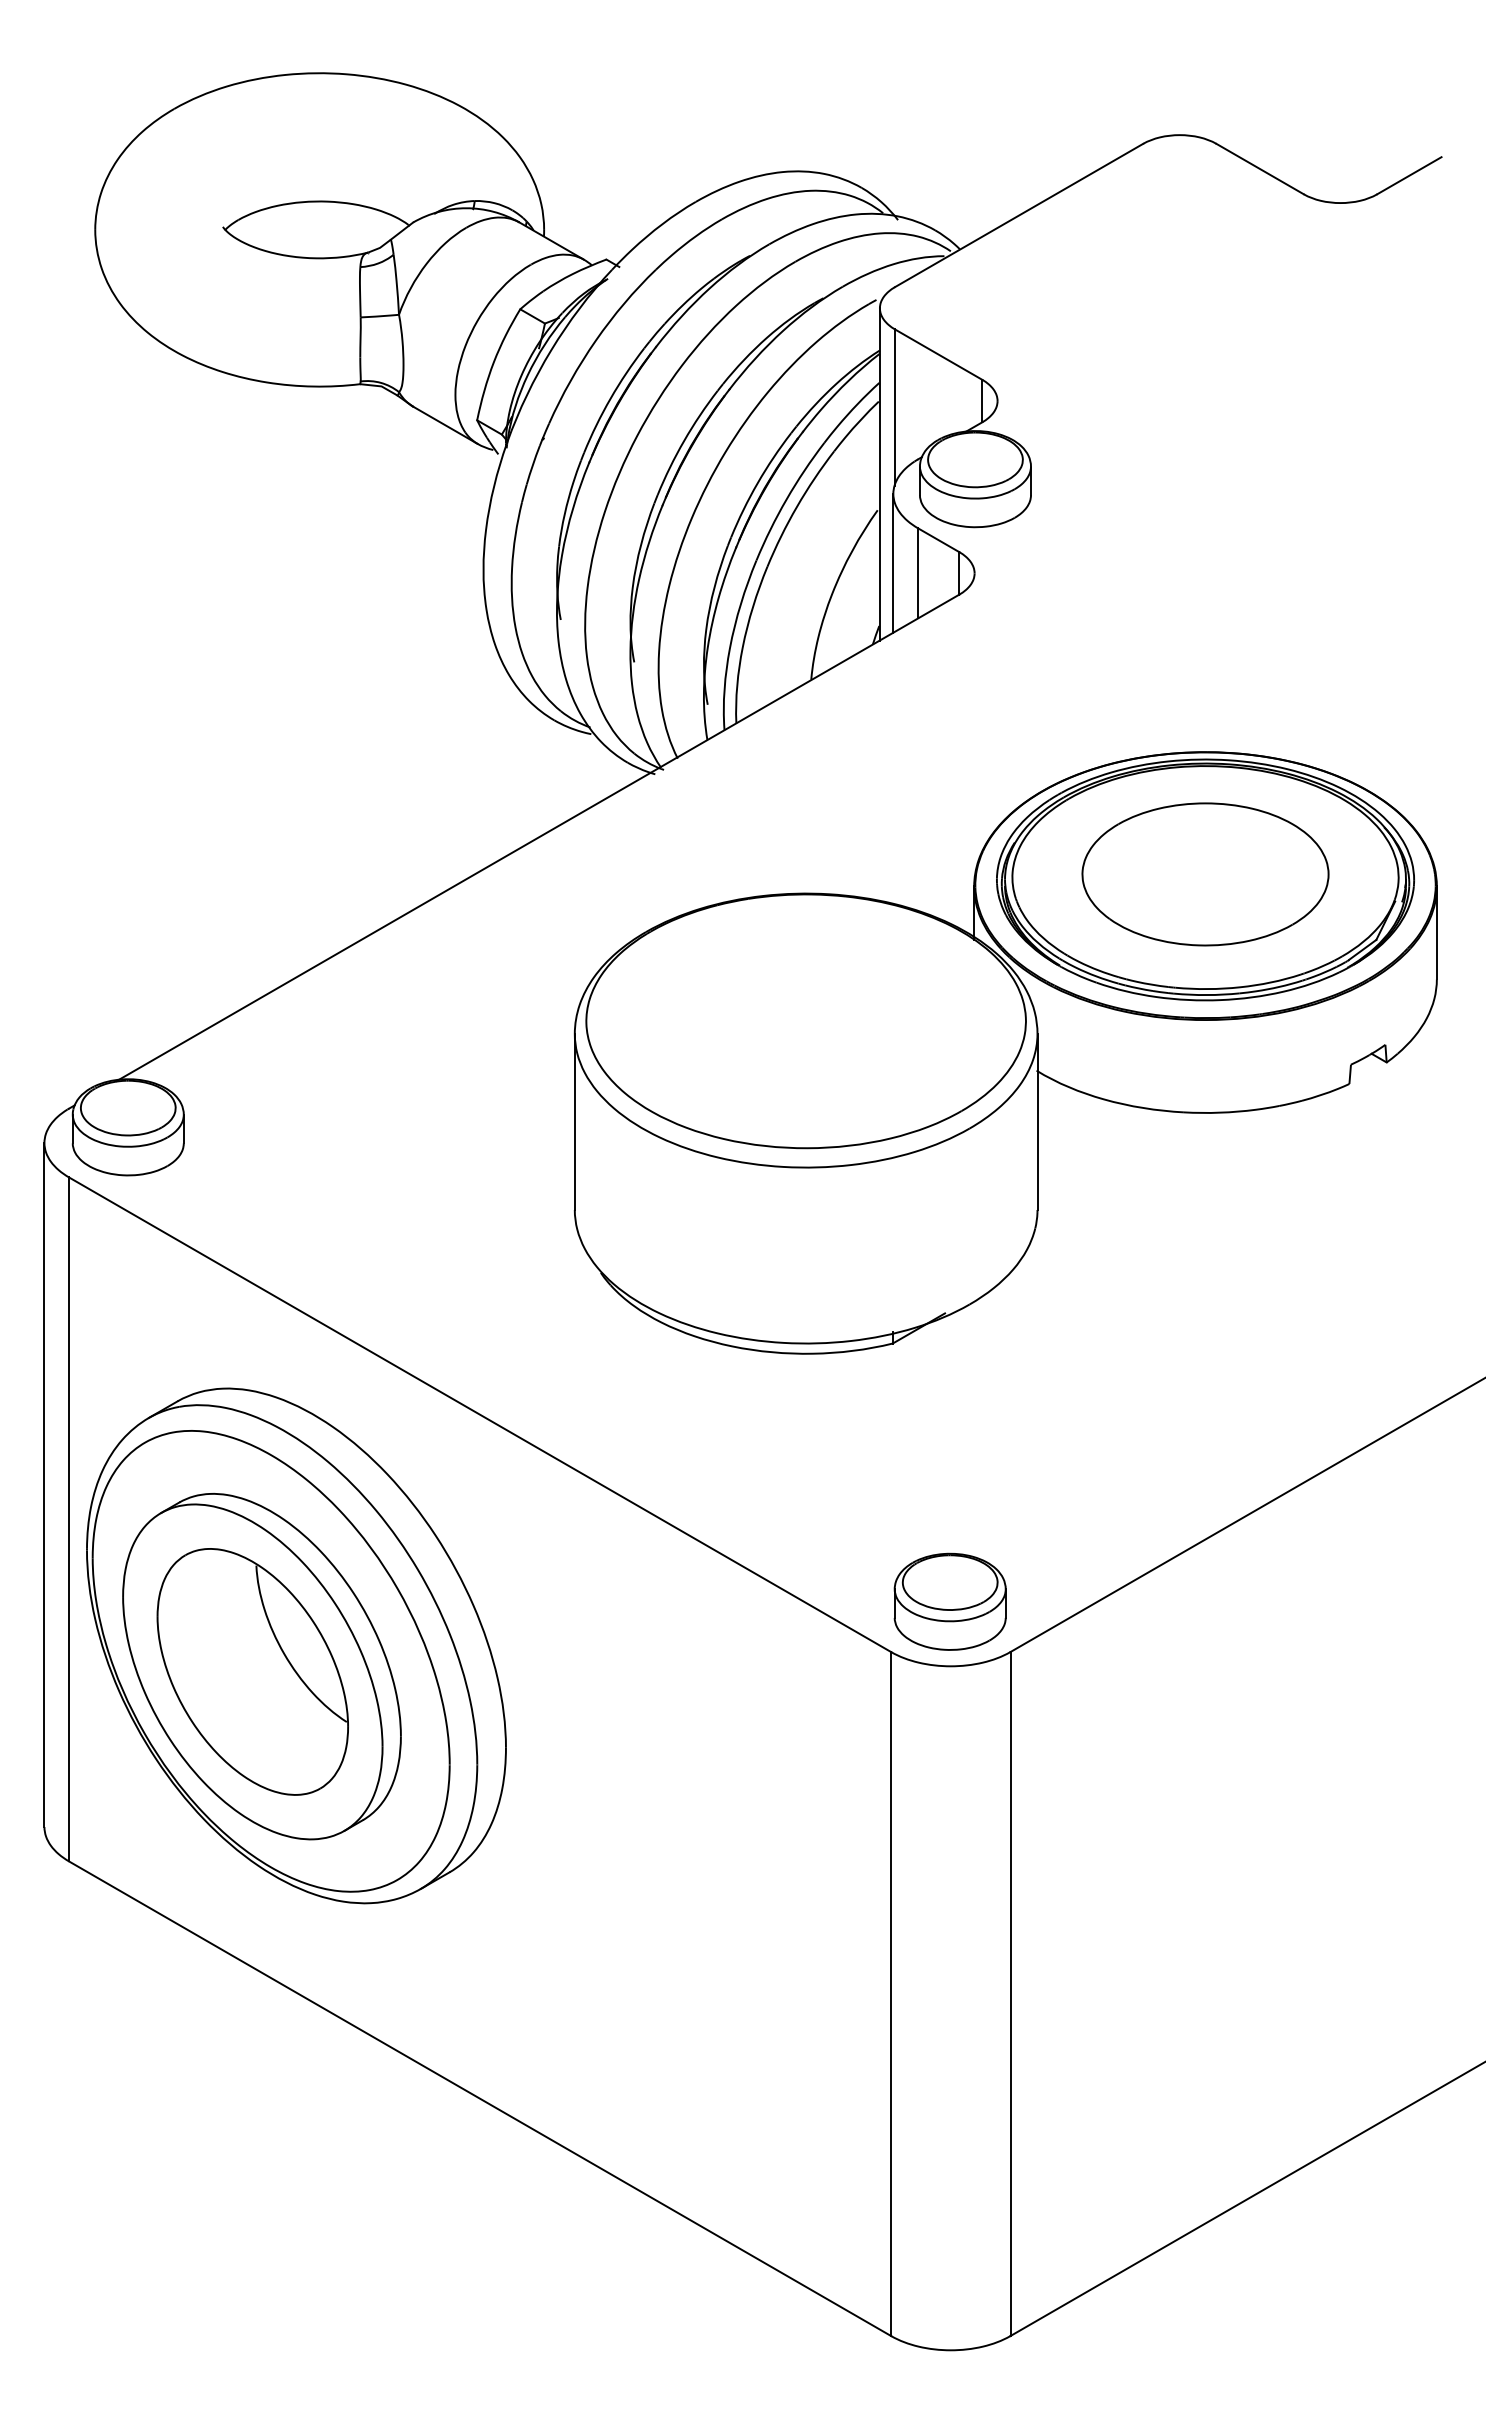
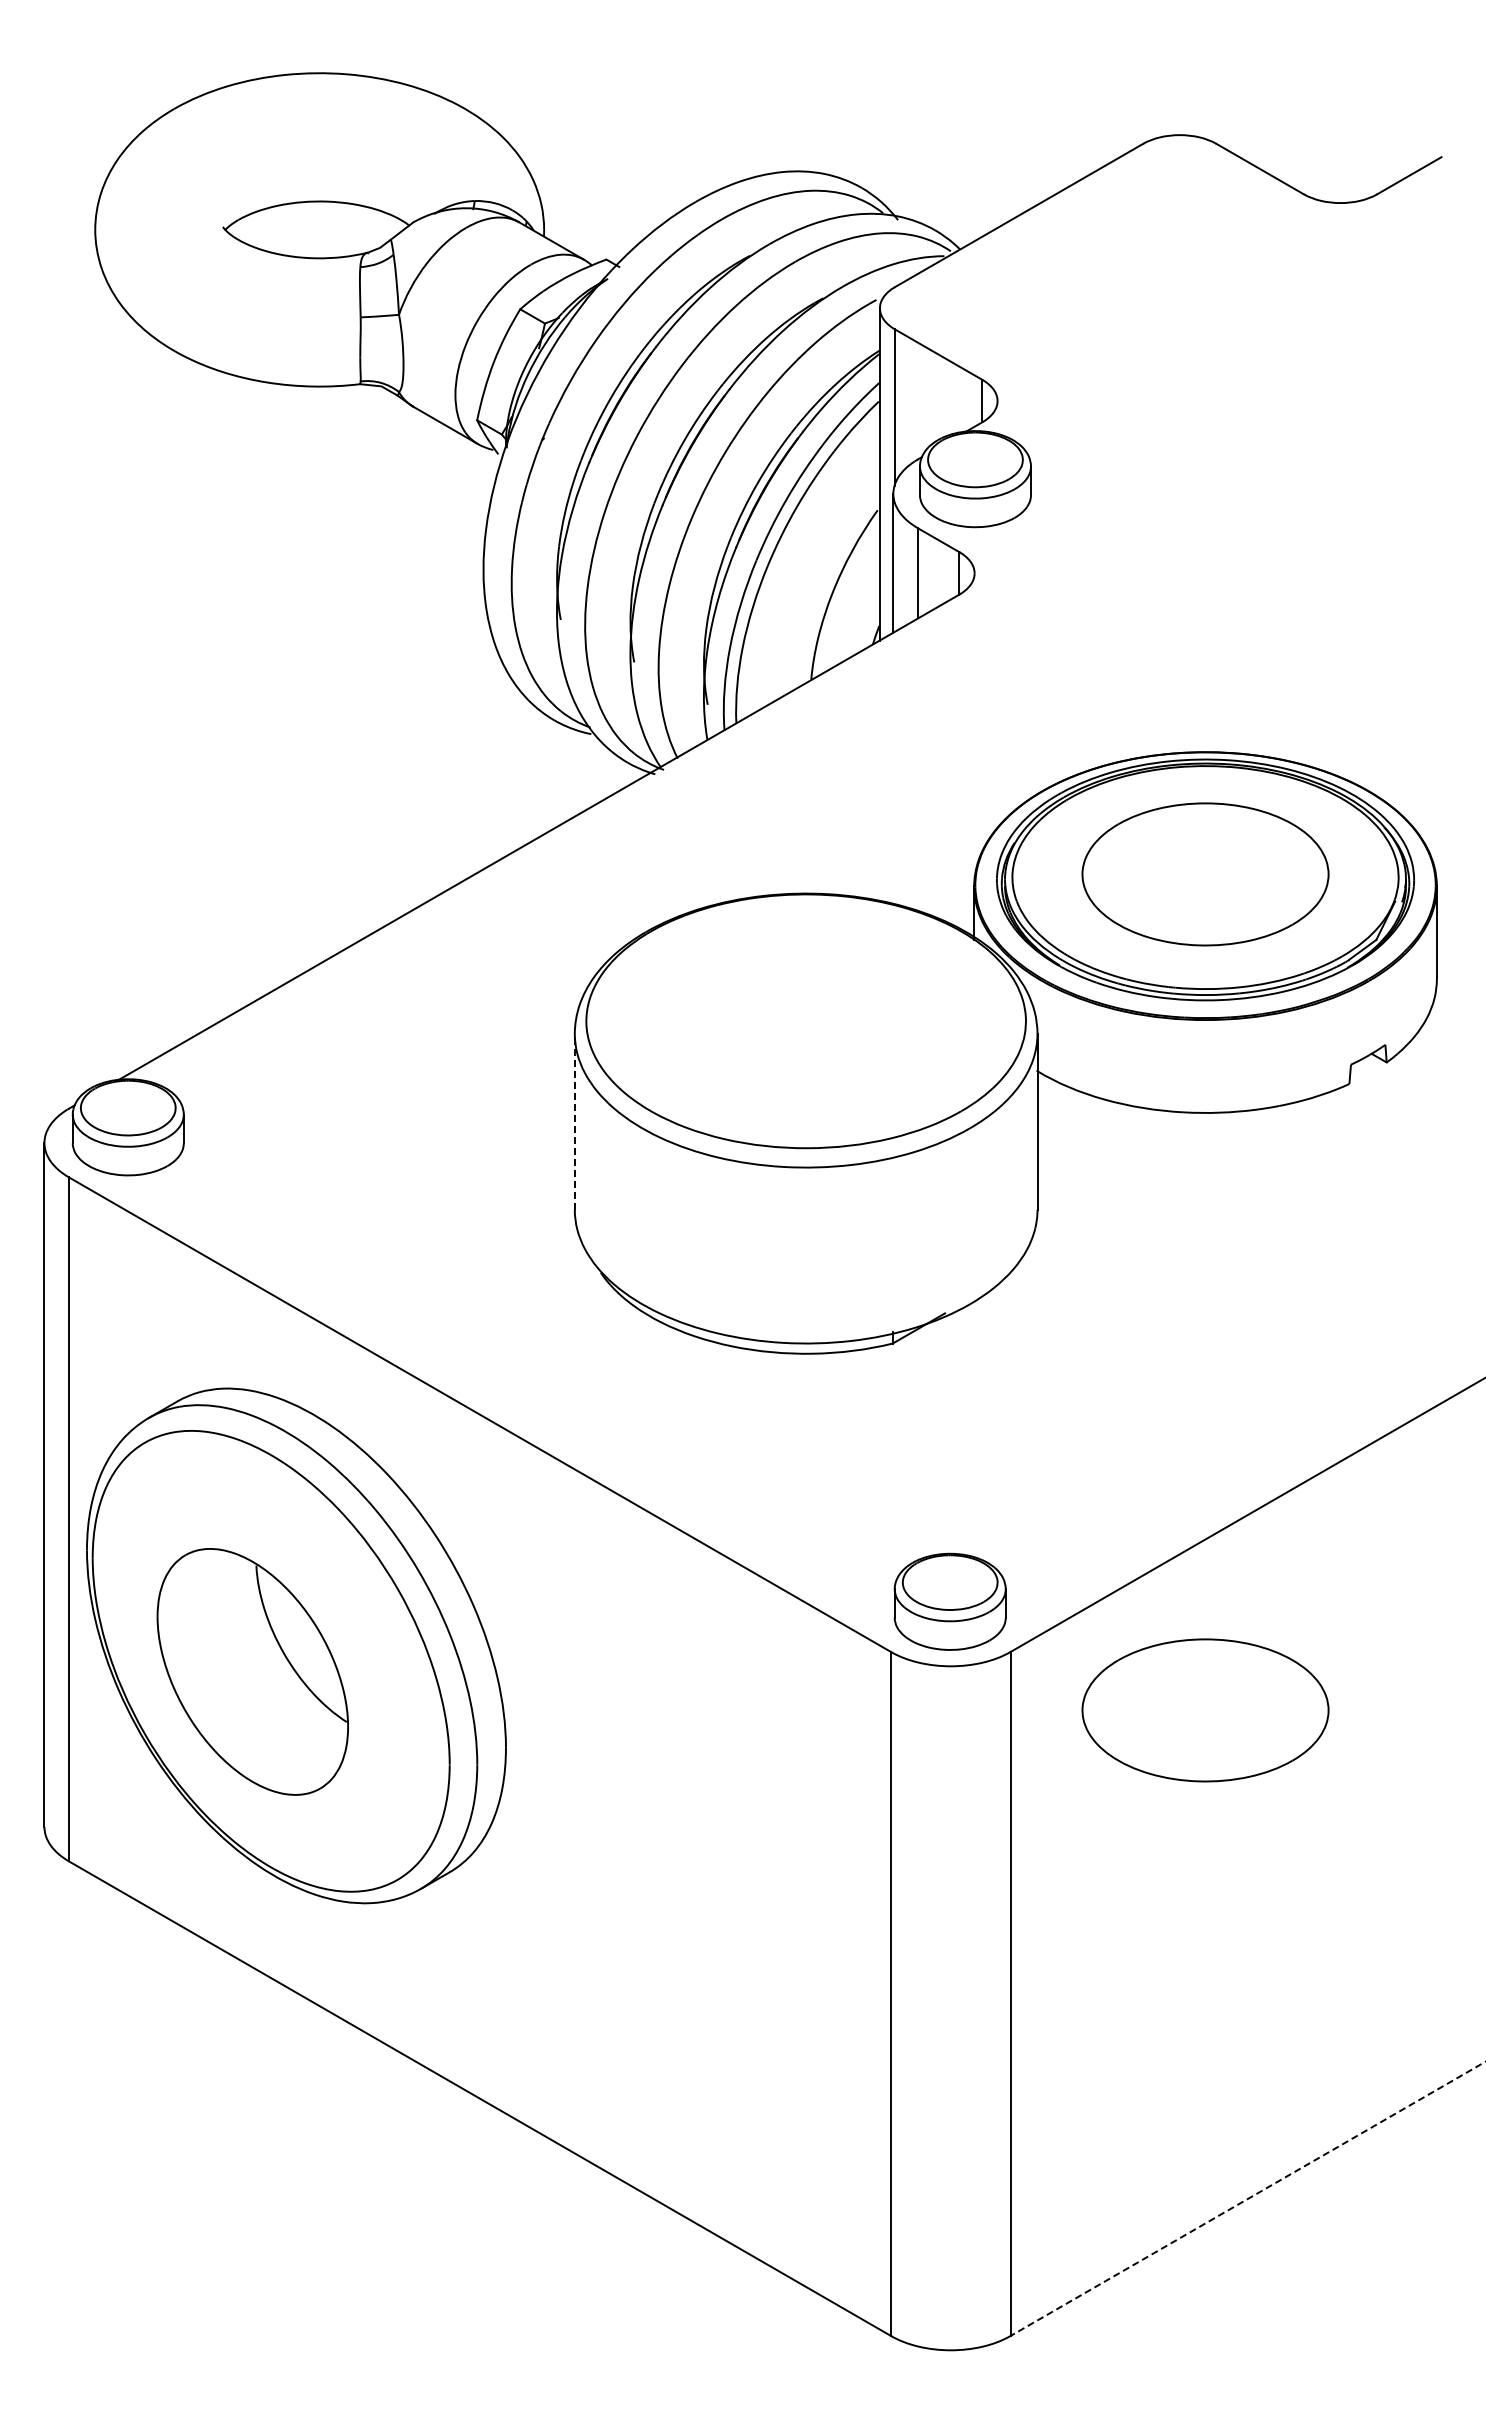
line at (574, 1122): solid -> dashed
part at (261, 1666): present -> none
part at (1205, 1710): none -> present
line at (1247, 2199): solid -> dashed
